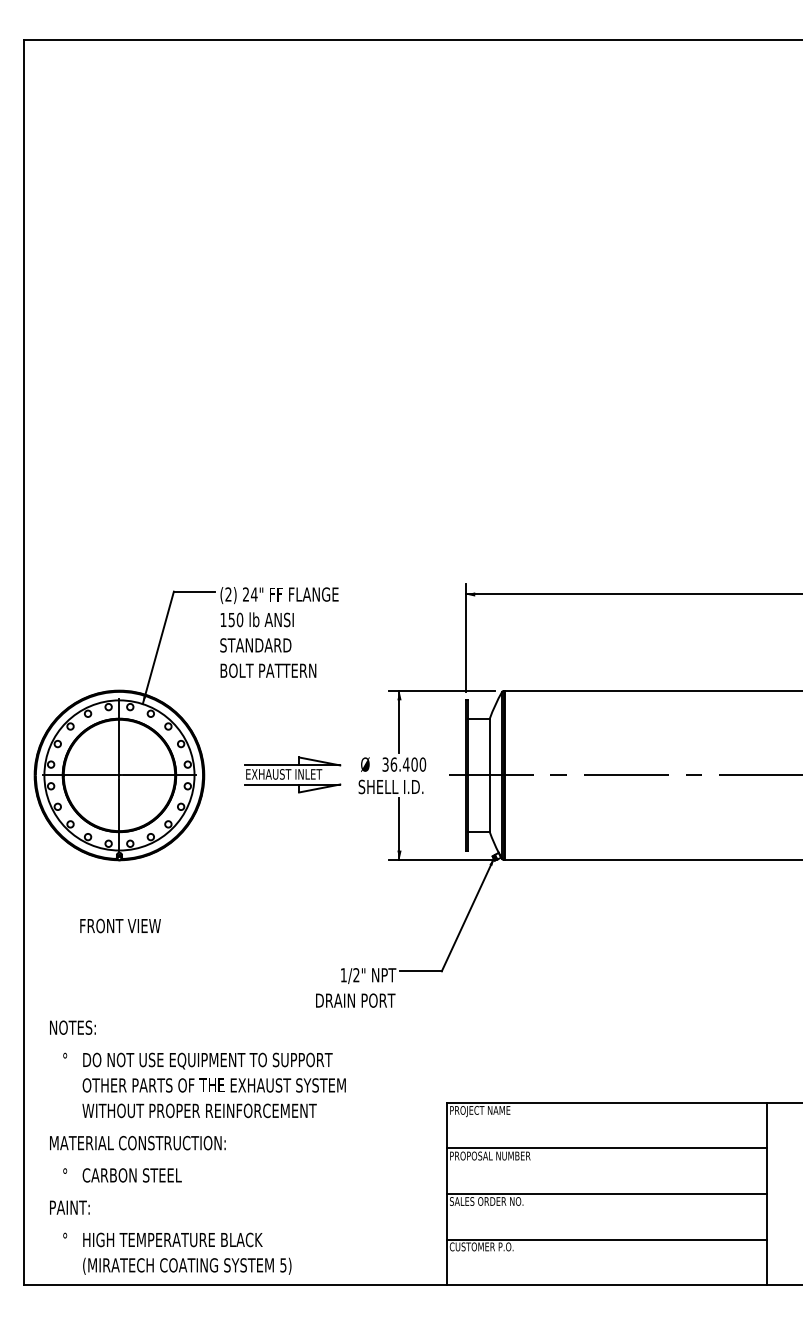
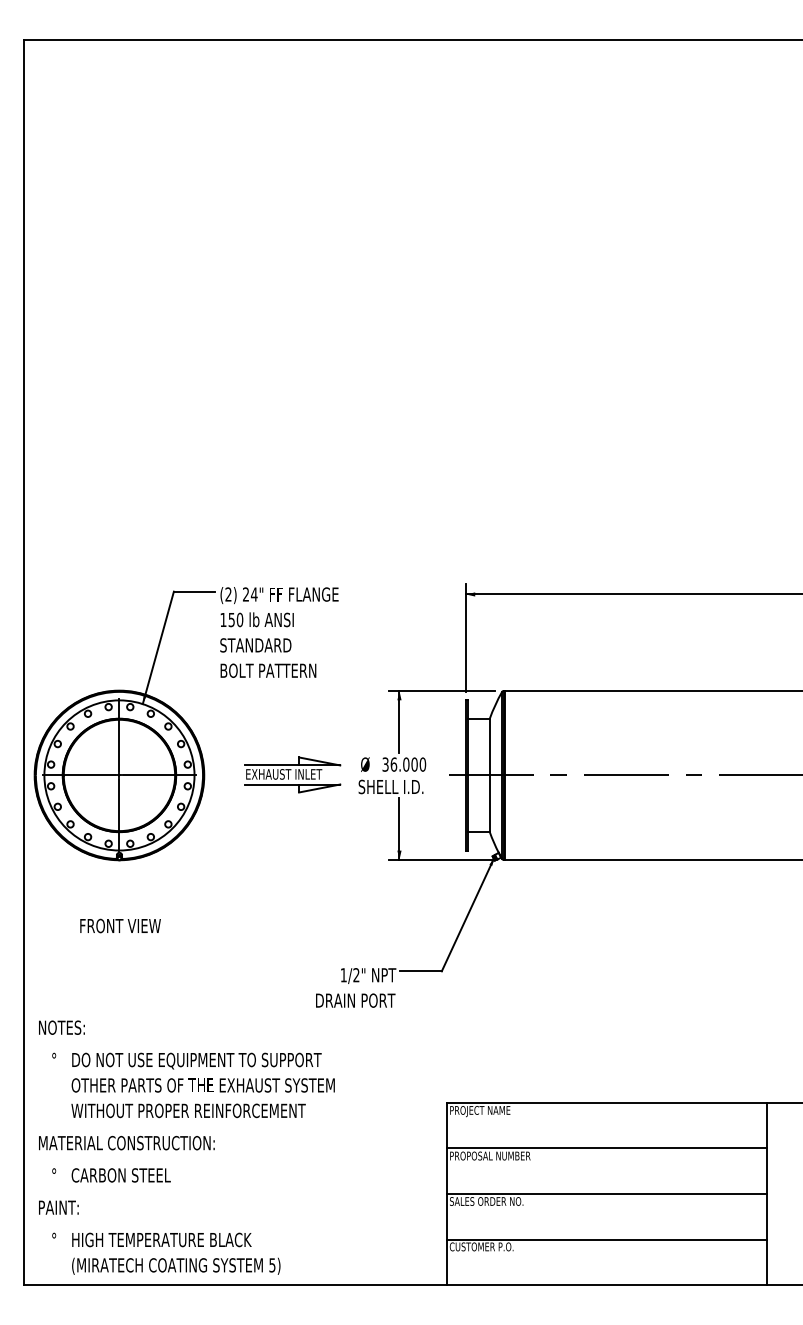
text at (405, 764): 36.400 -> 36.000
text at (197, 1147) position: (197, 1147) -> (186, 1147)
